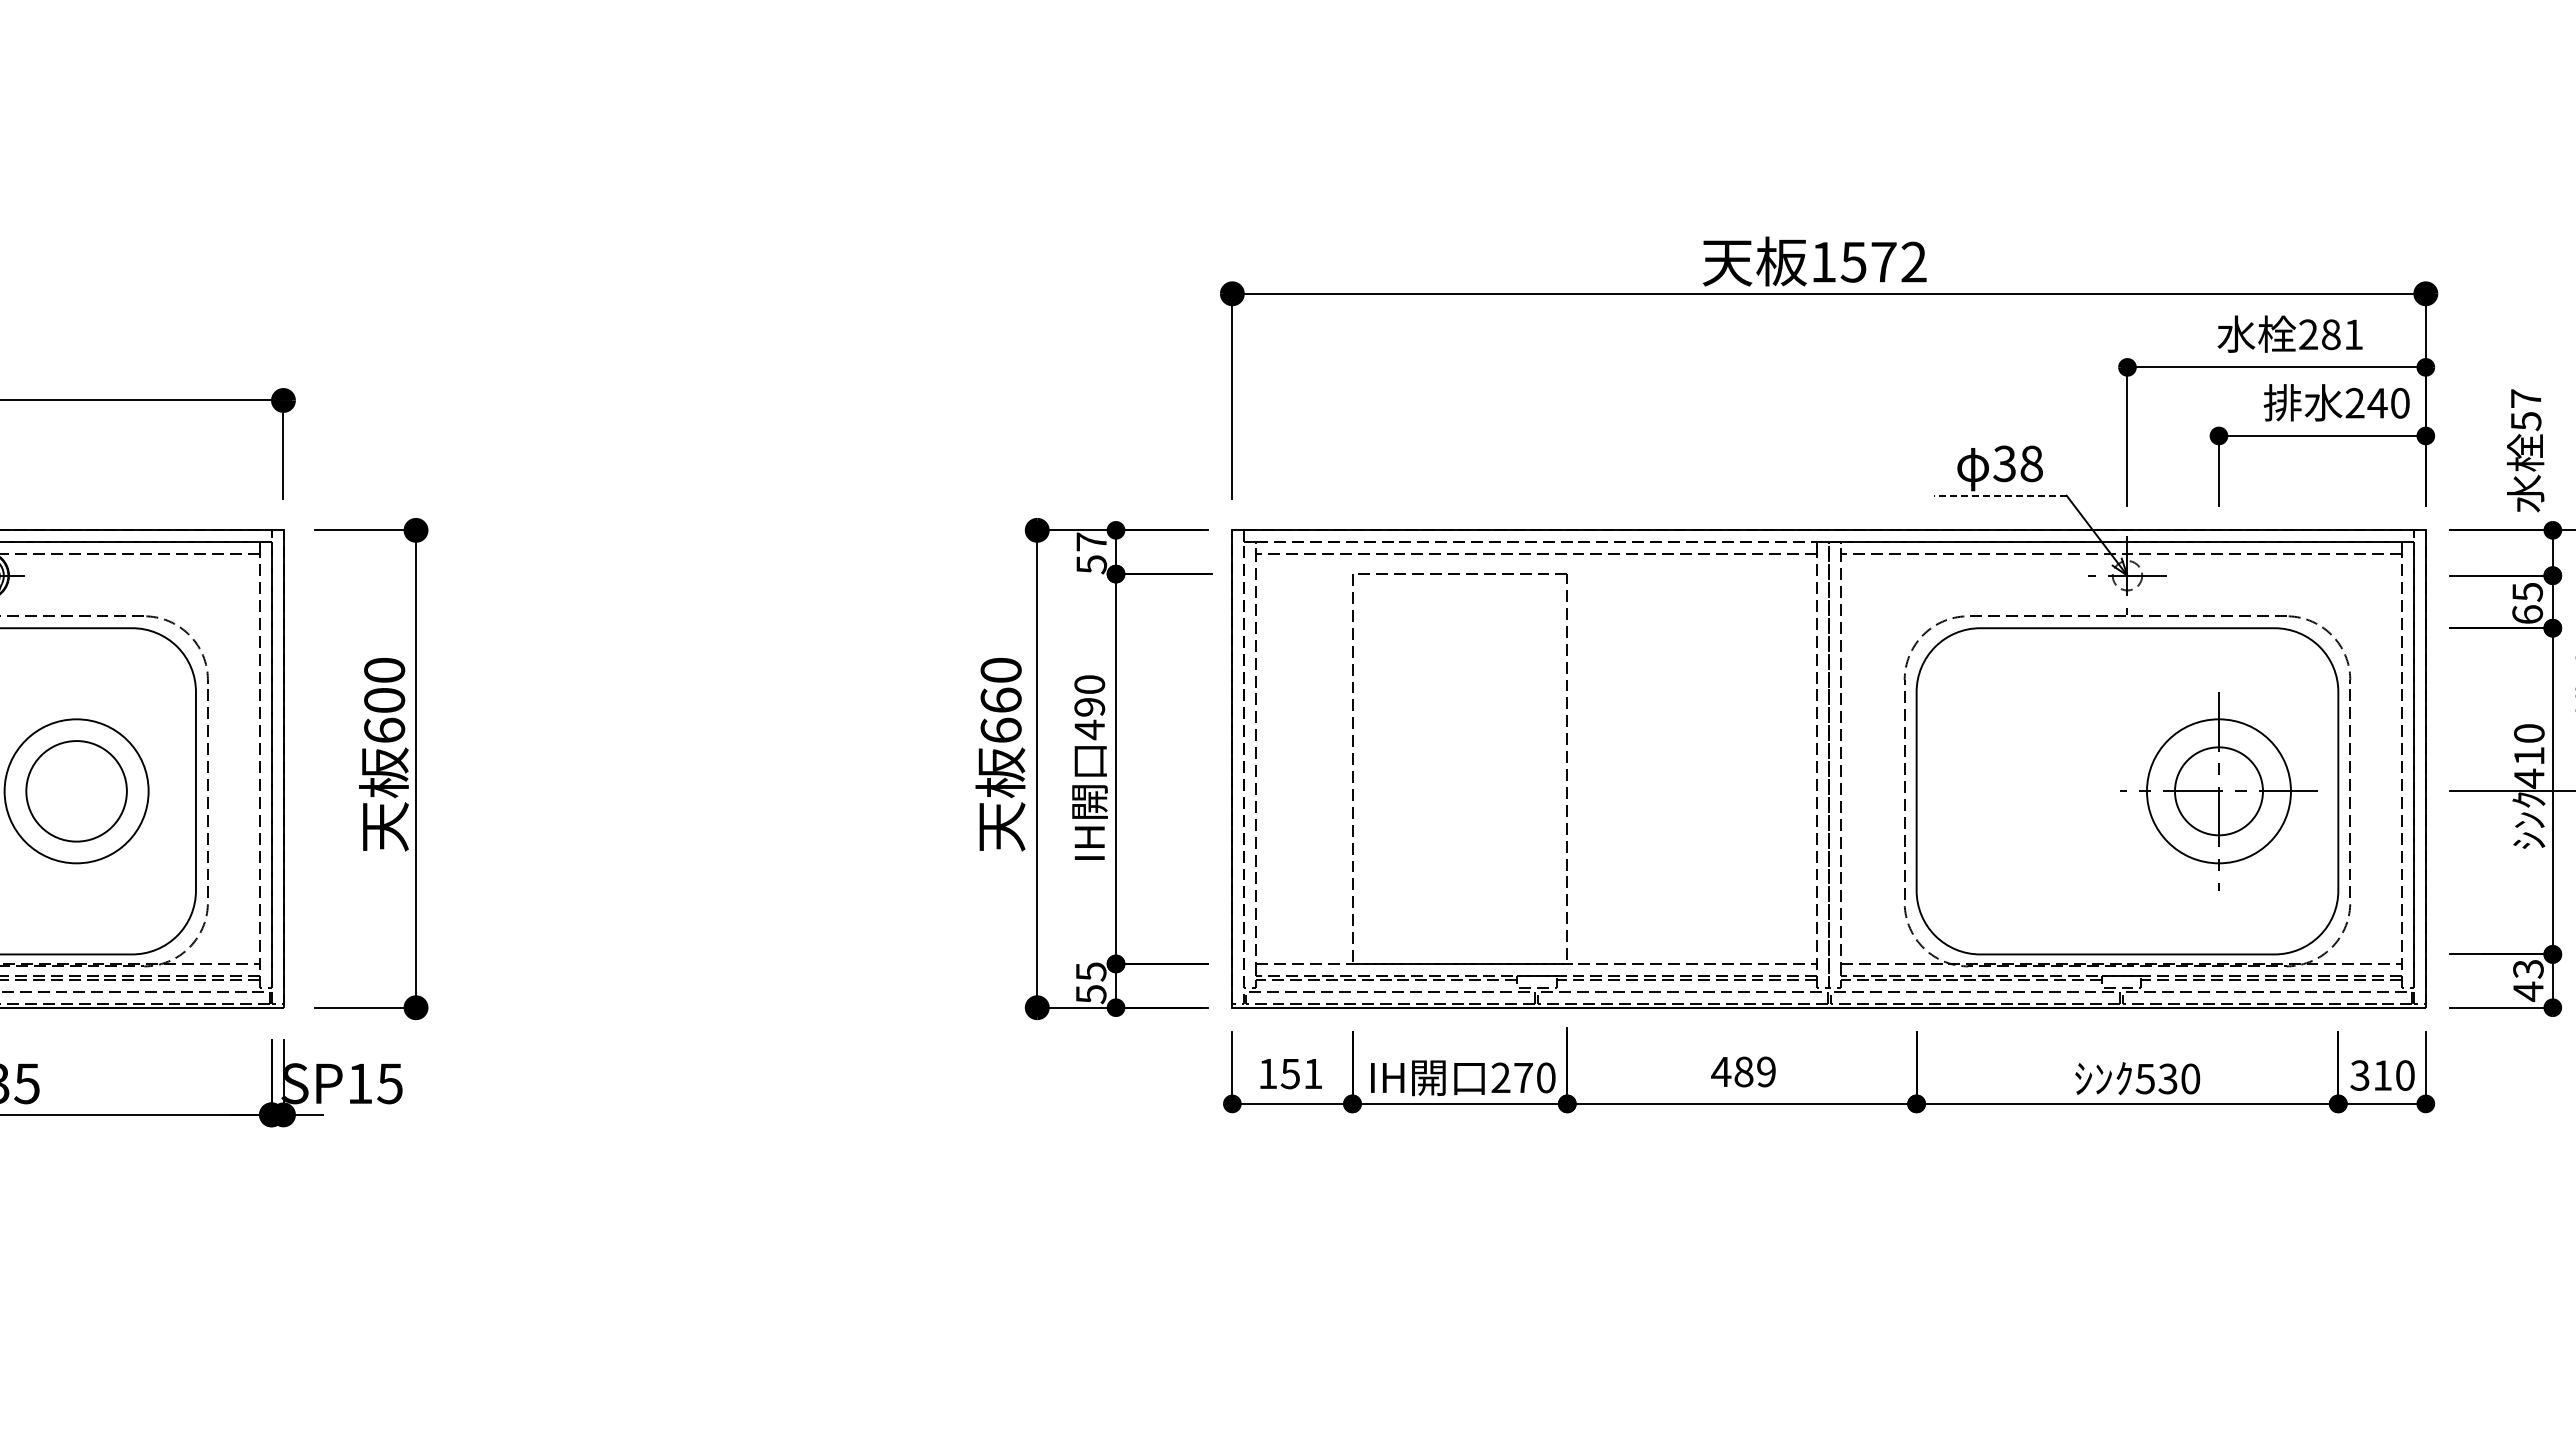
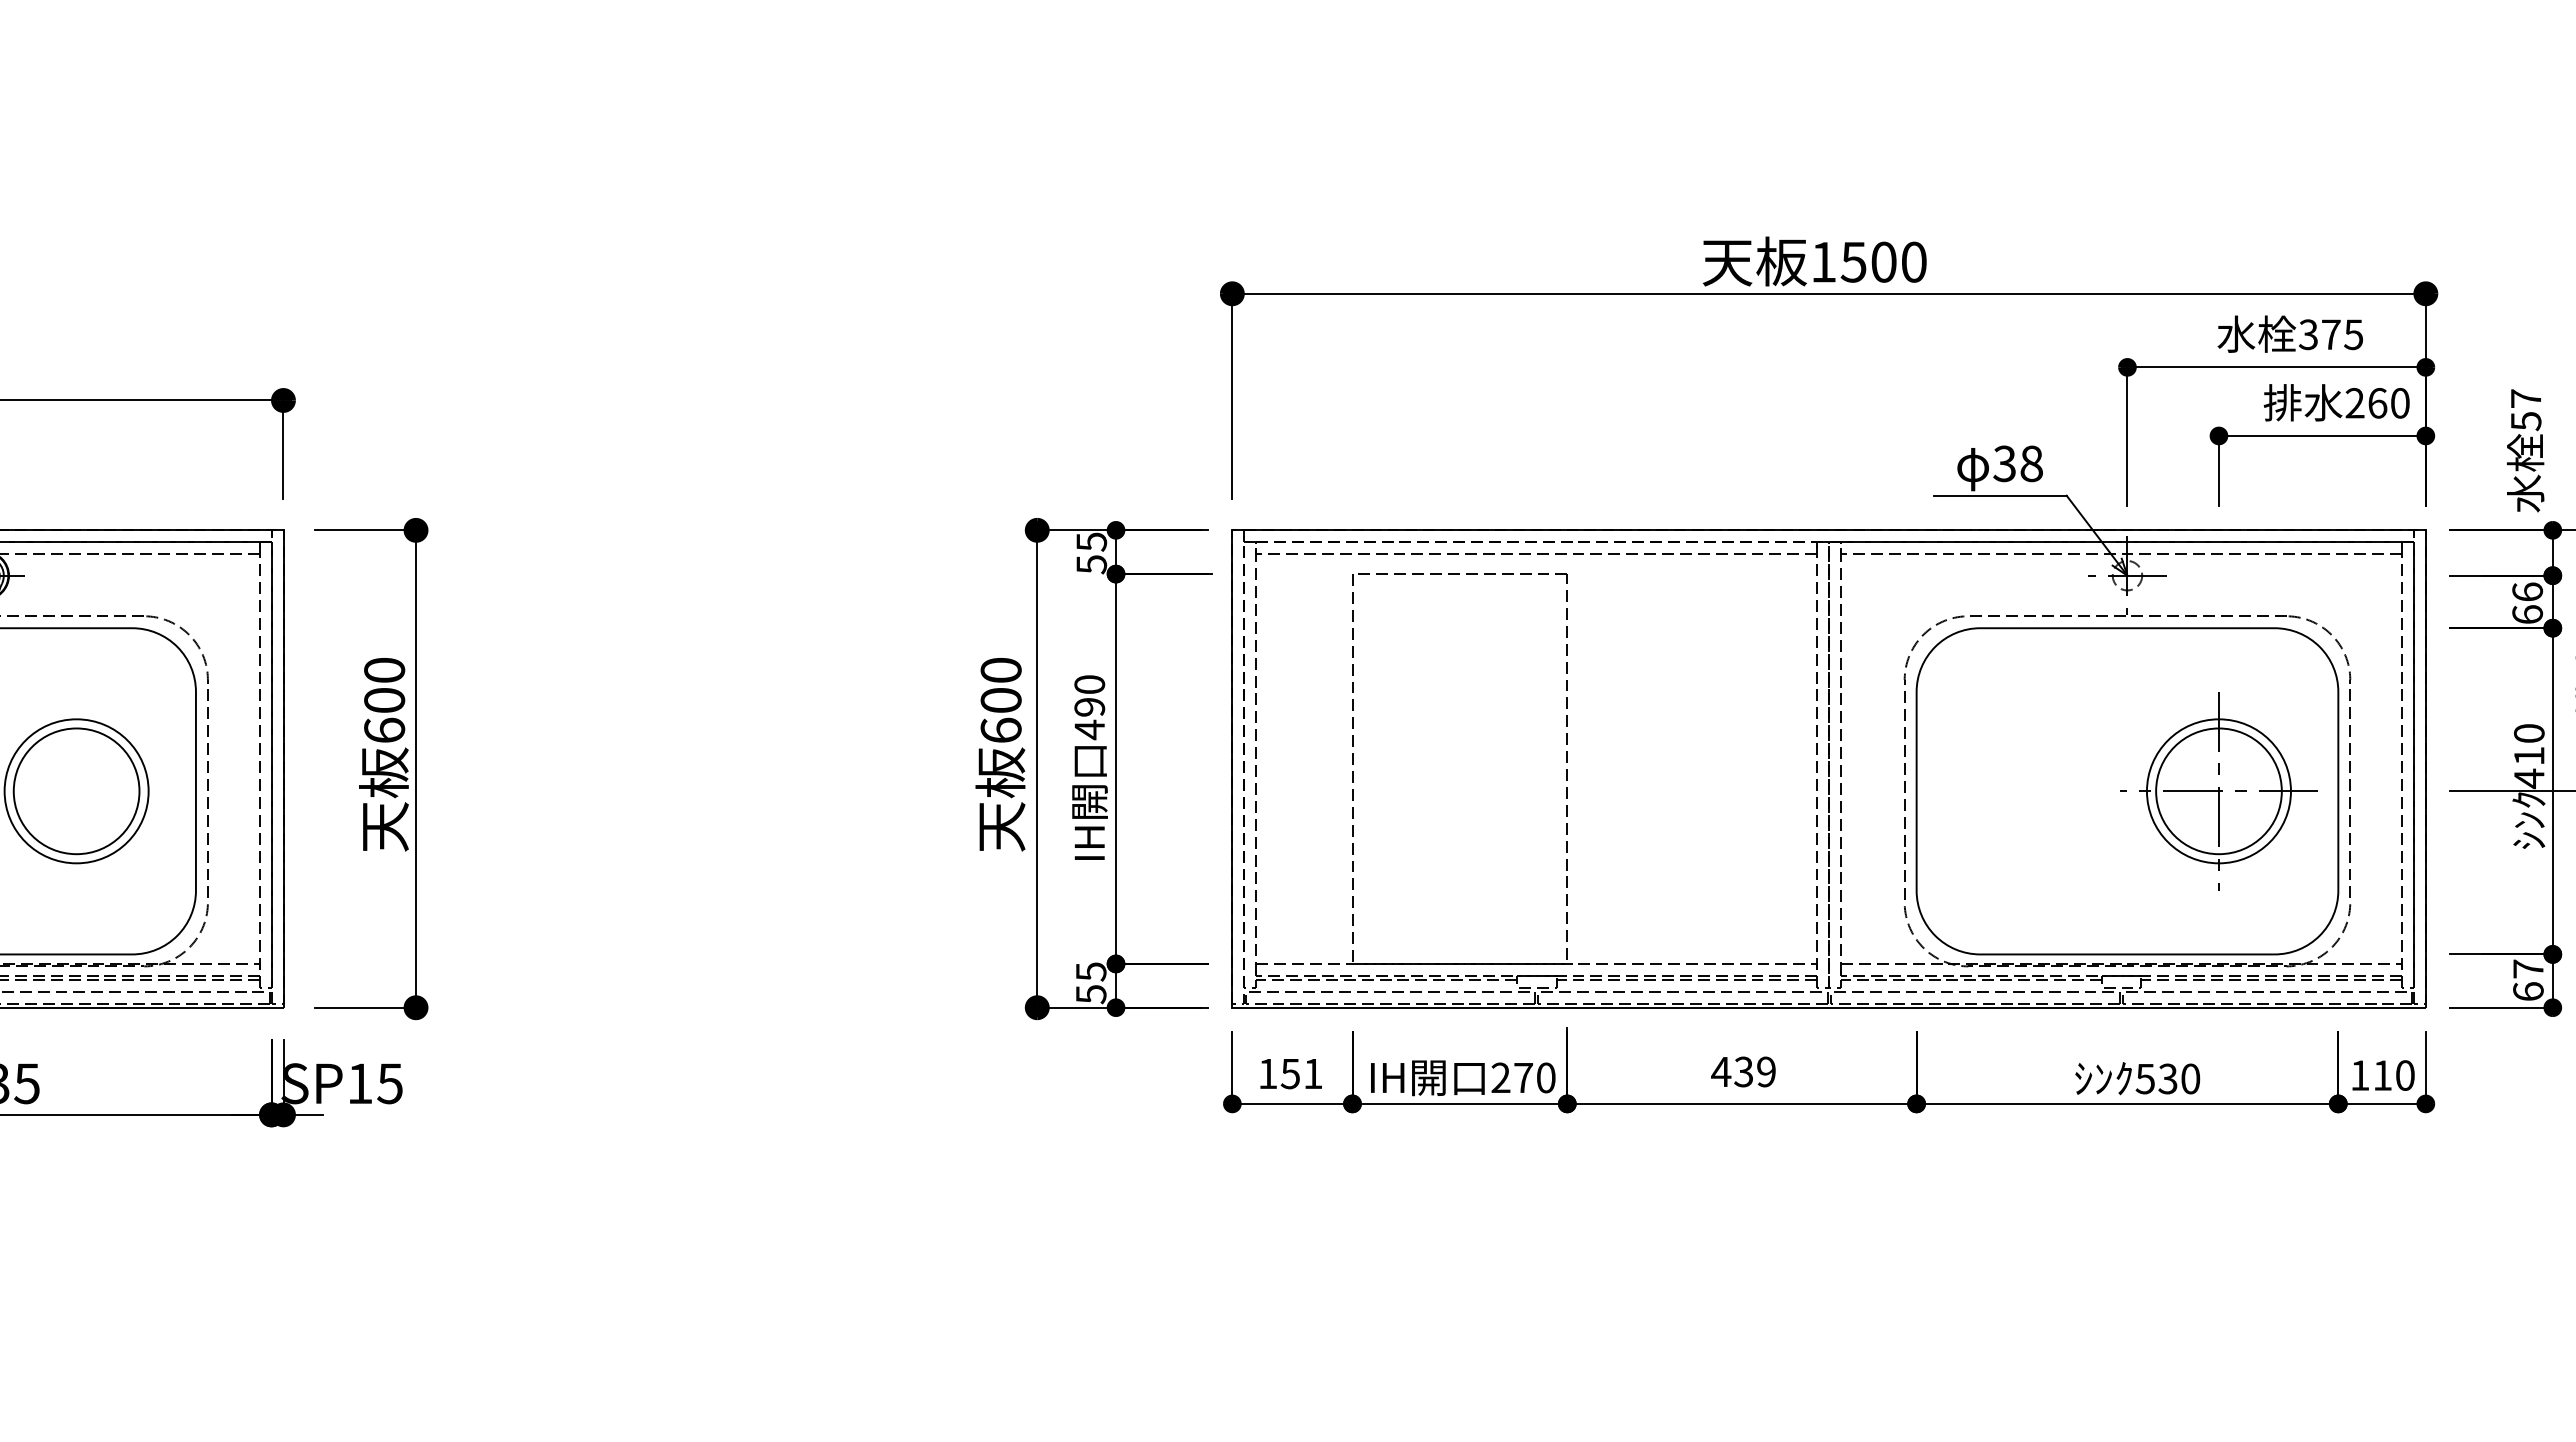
text at (1898, 261): 1572 -> 1500
text at (2330, 334): 281 -> 375
text at (2377, 403): 240 -> 260
line at (1999, 495): dashed -> solid
text at (1091, 541): 57 -> 55
text at (2527, 591): 65 -> 66
text at (1000, 699): 660 -> 600
circle at (76, 791) diameter: 101 px -> 126 px
circle at (2218, 791) diameter: 88 px -> 126 px
text at (2528, 980): 43 -> 67
text at (1743, 1071): 489 -> 439
text at (2359, 1075): 310 -> 110
